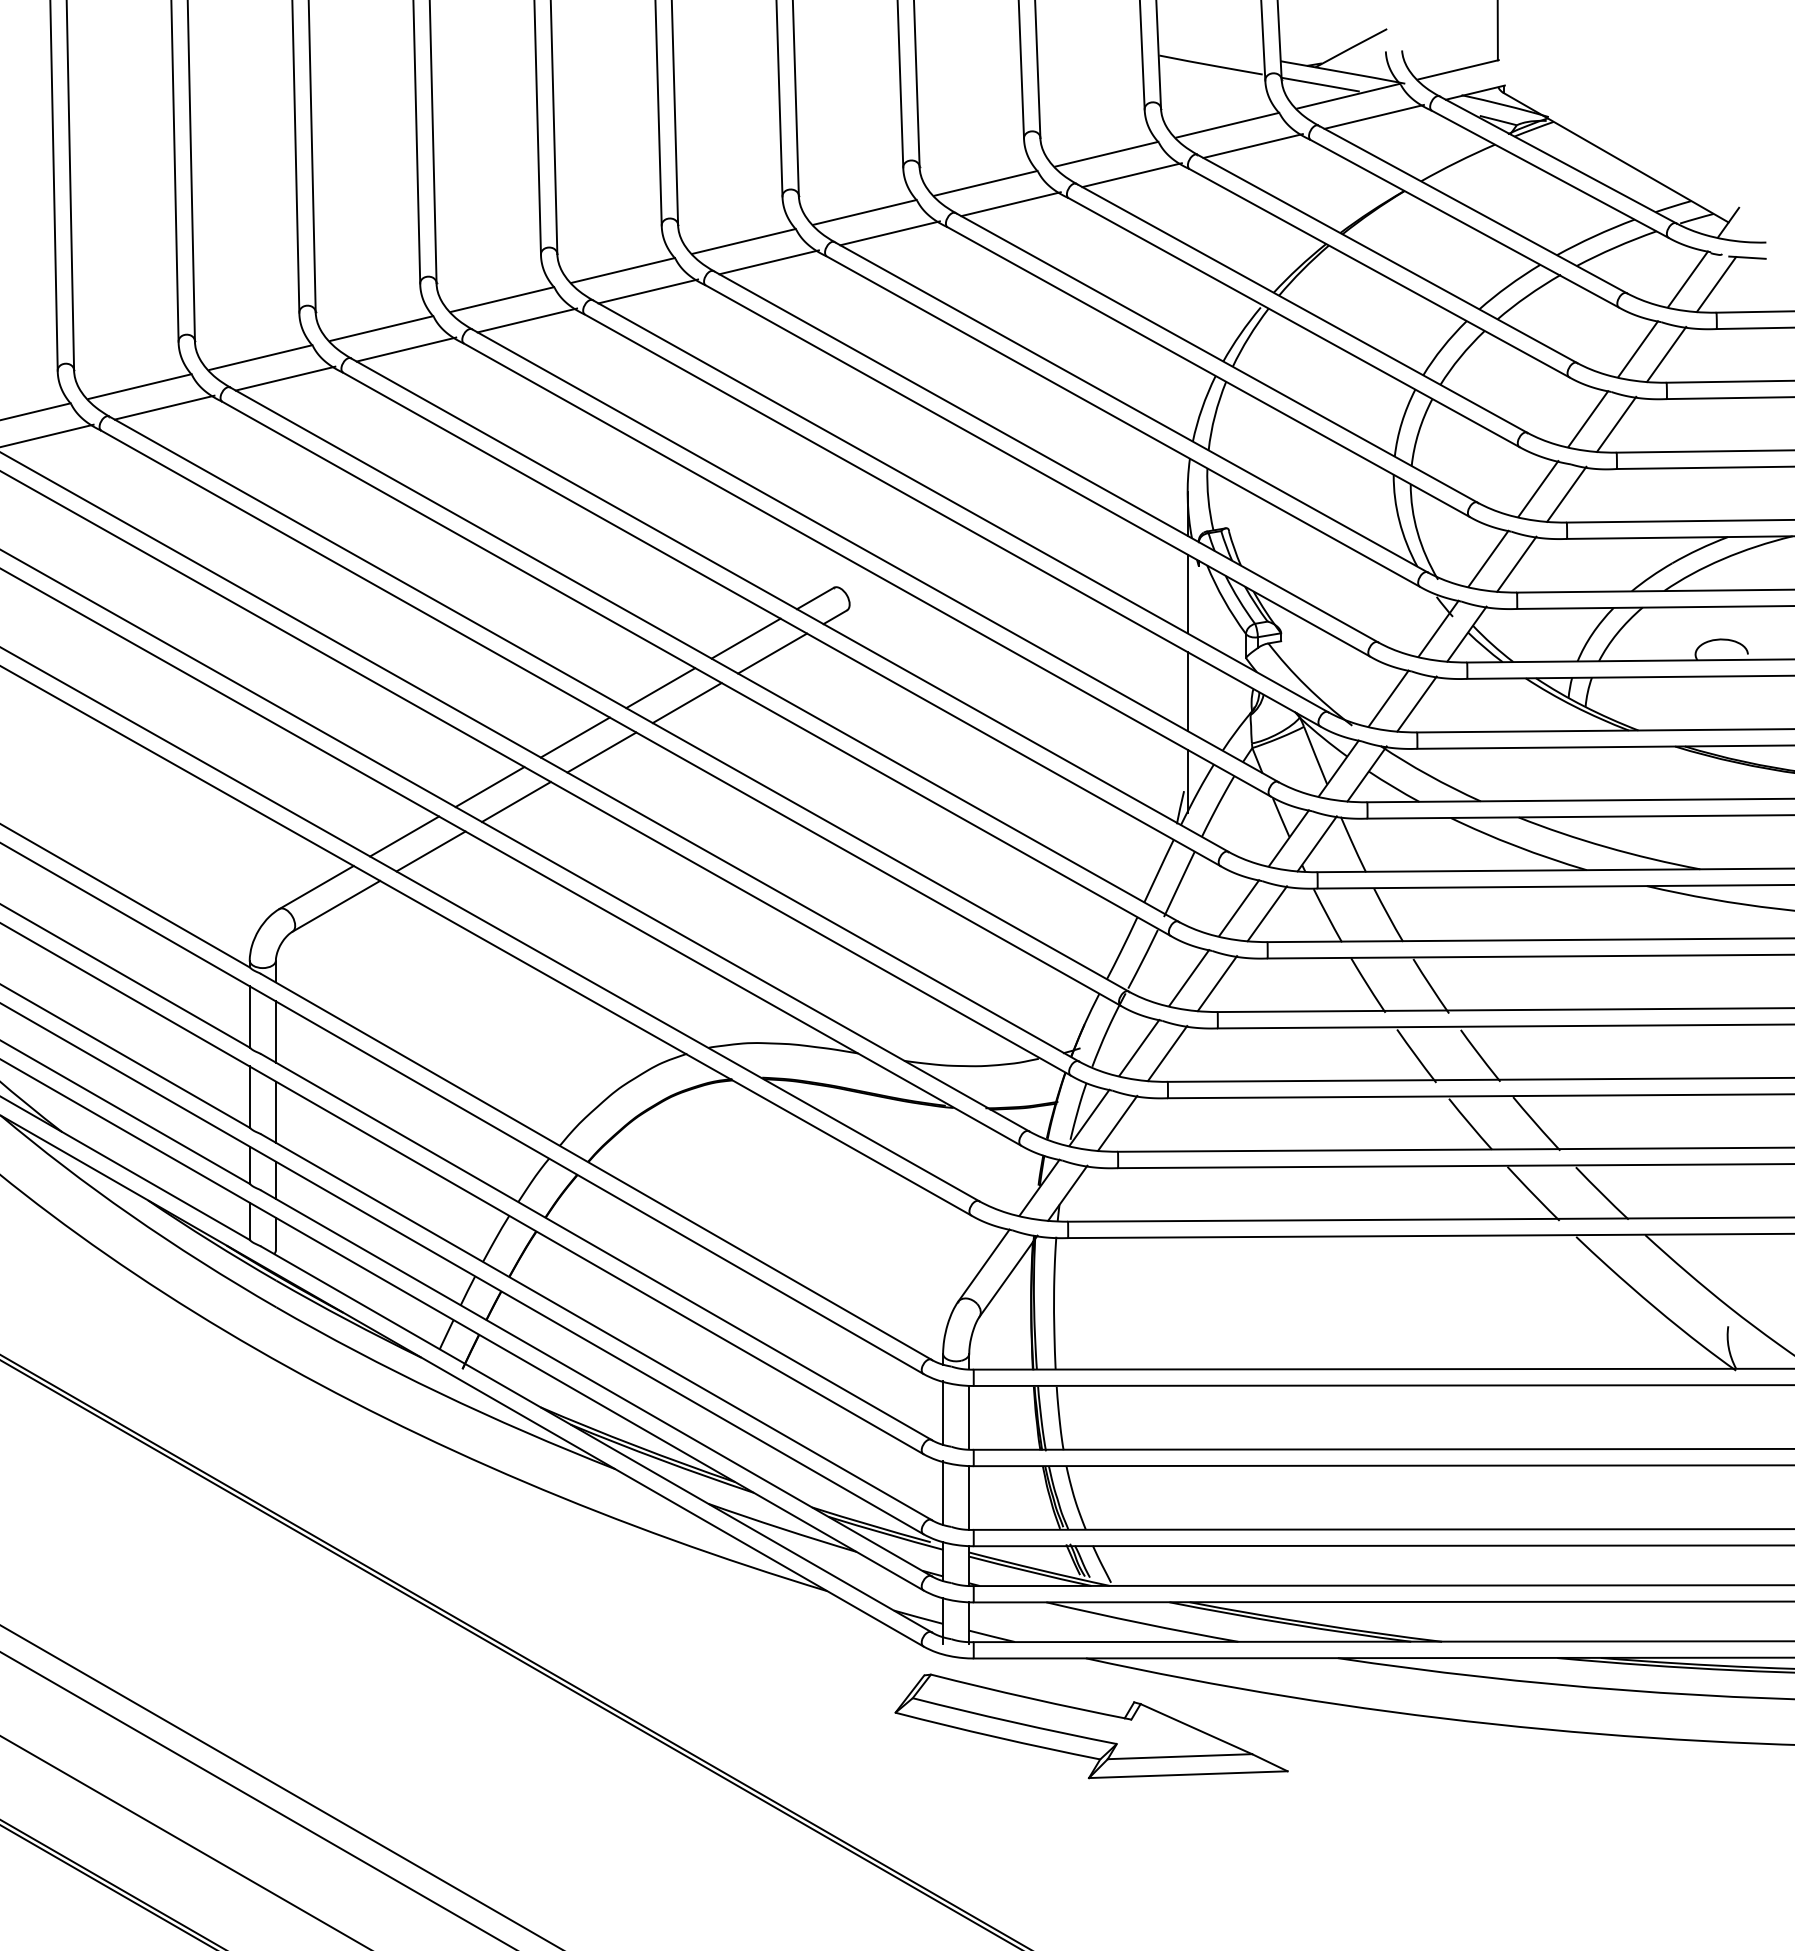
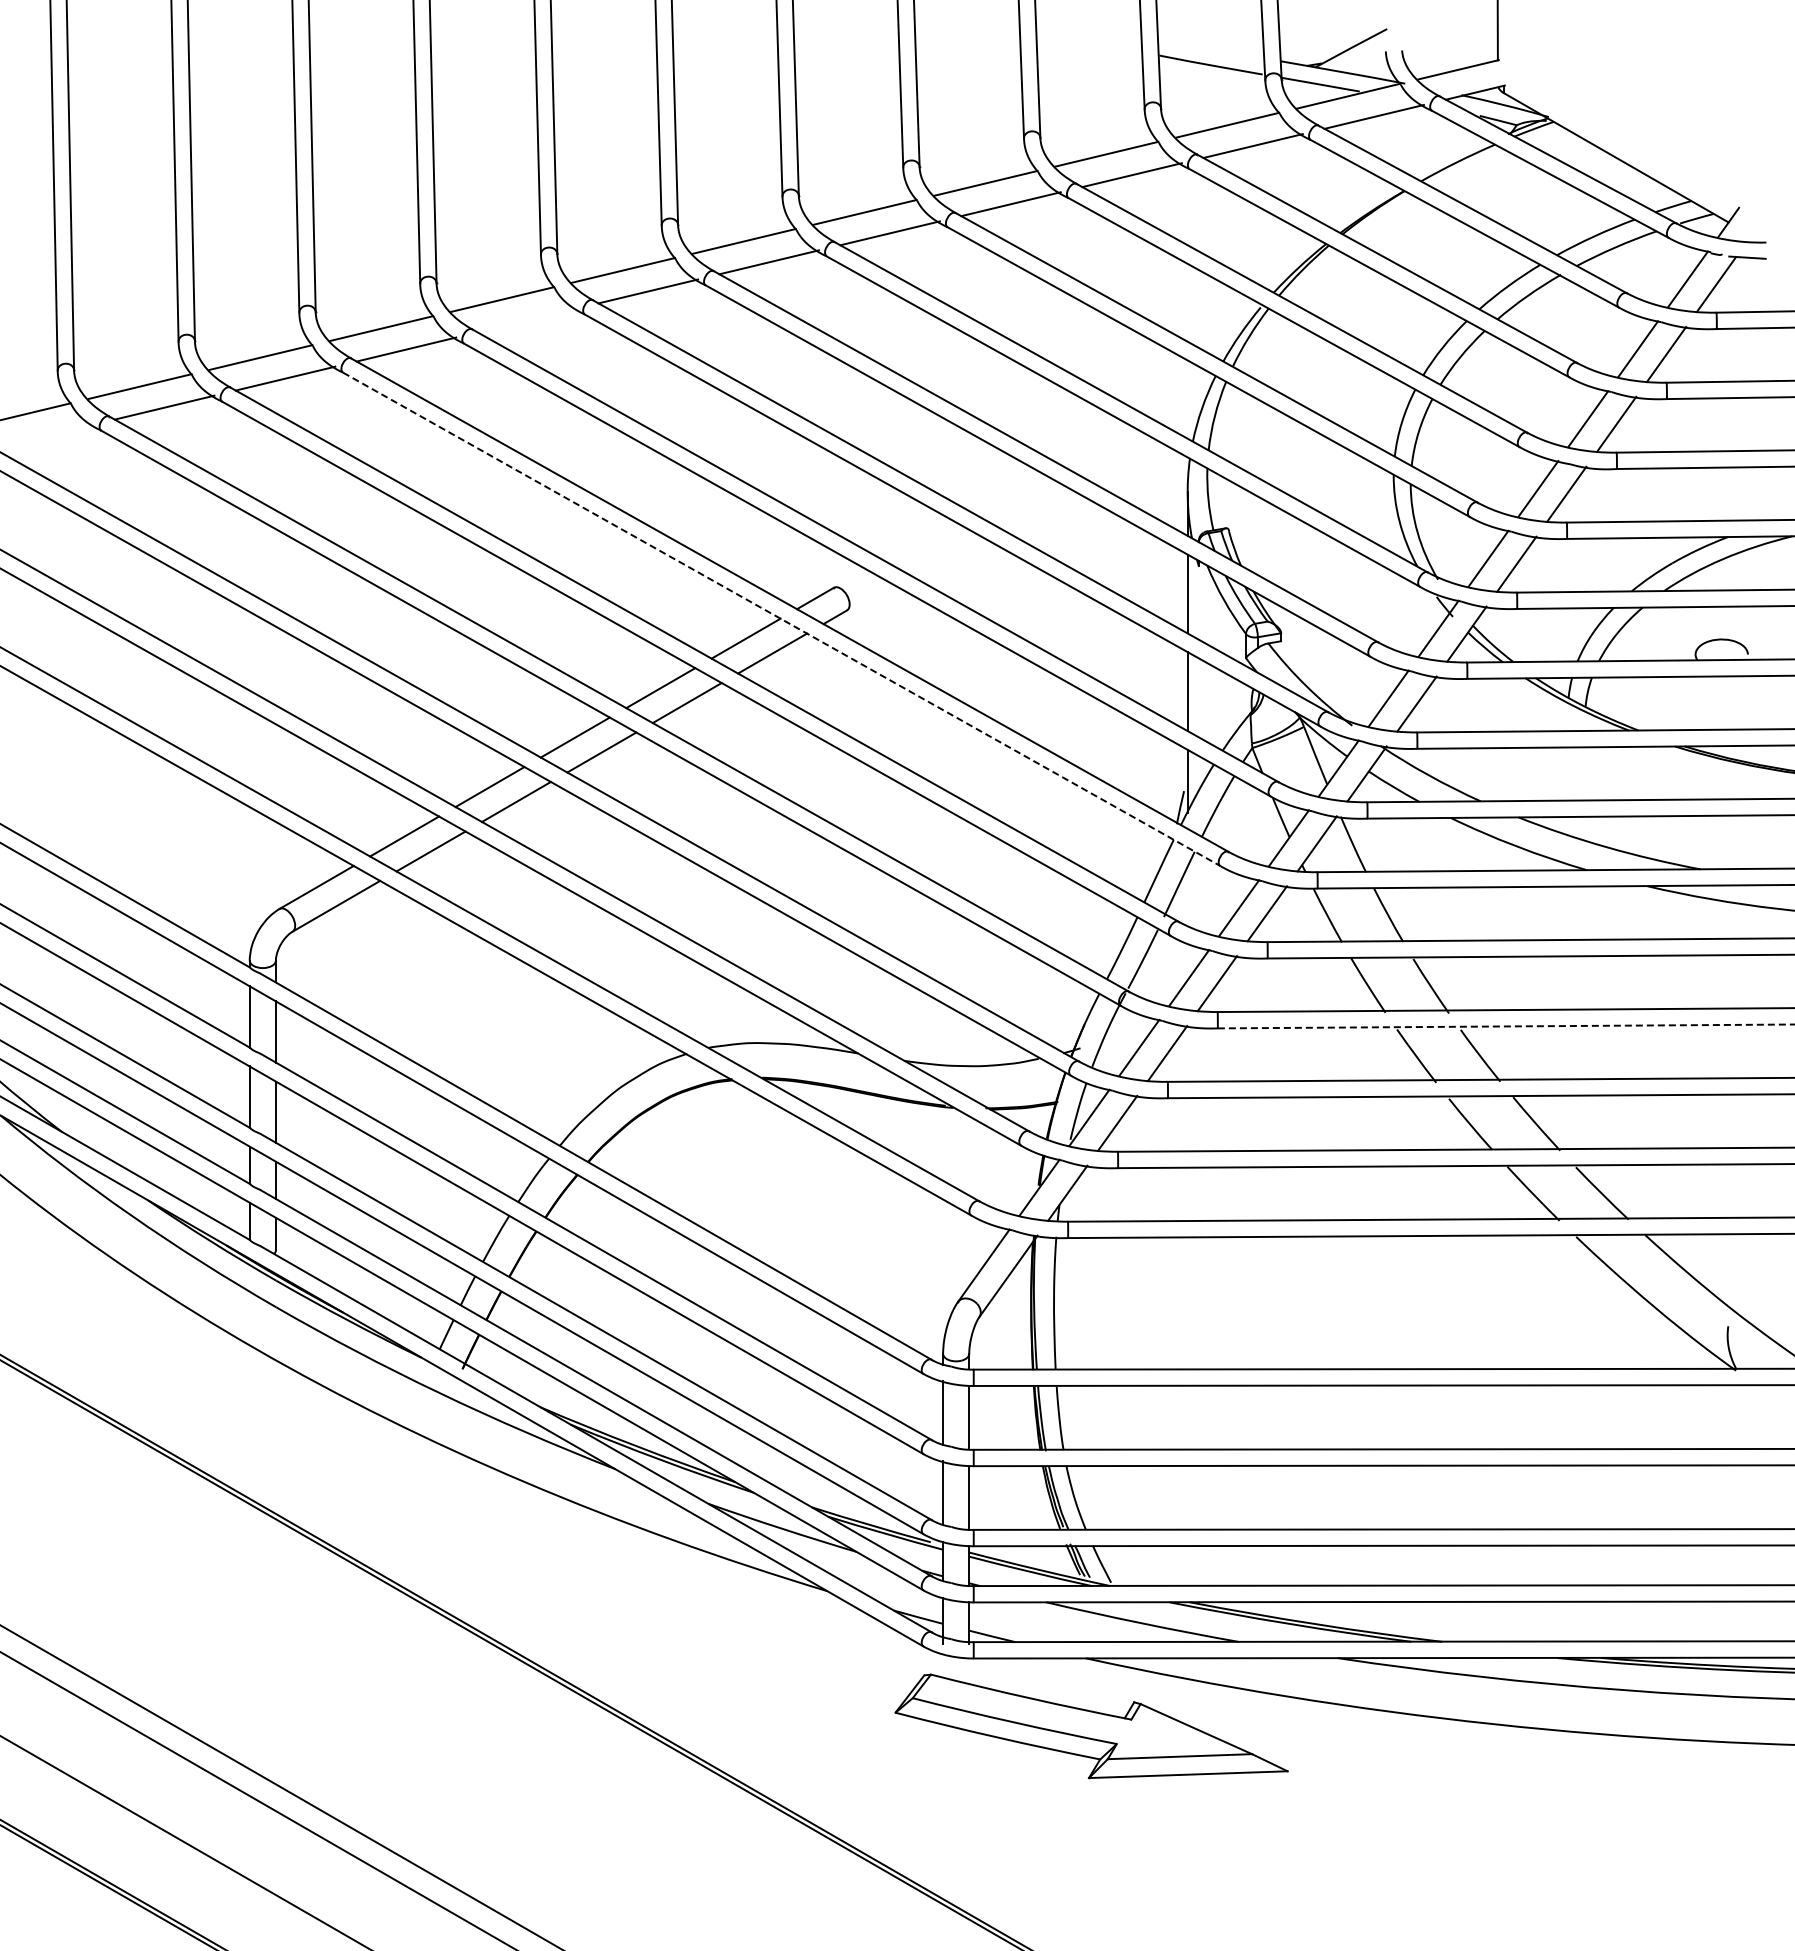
line at (527, 320): present -> none
line at (47, 435): present -> none
line at (782, 619): solid -> dashed
line at (1506, 1026): solid -> dashed
